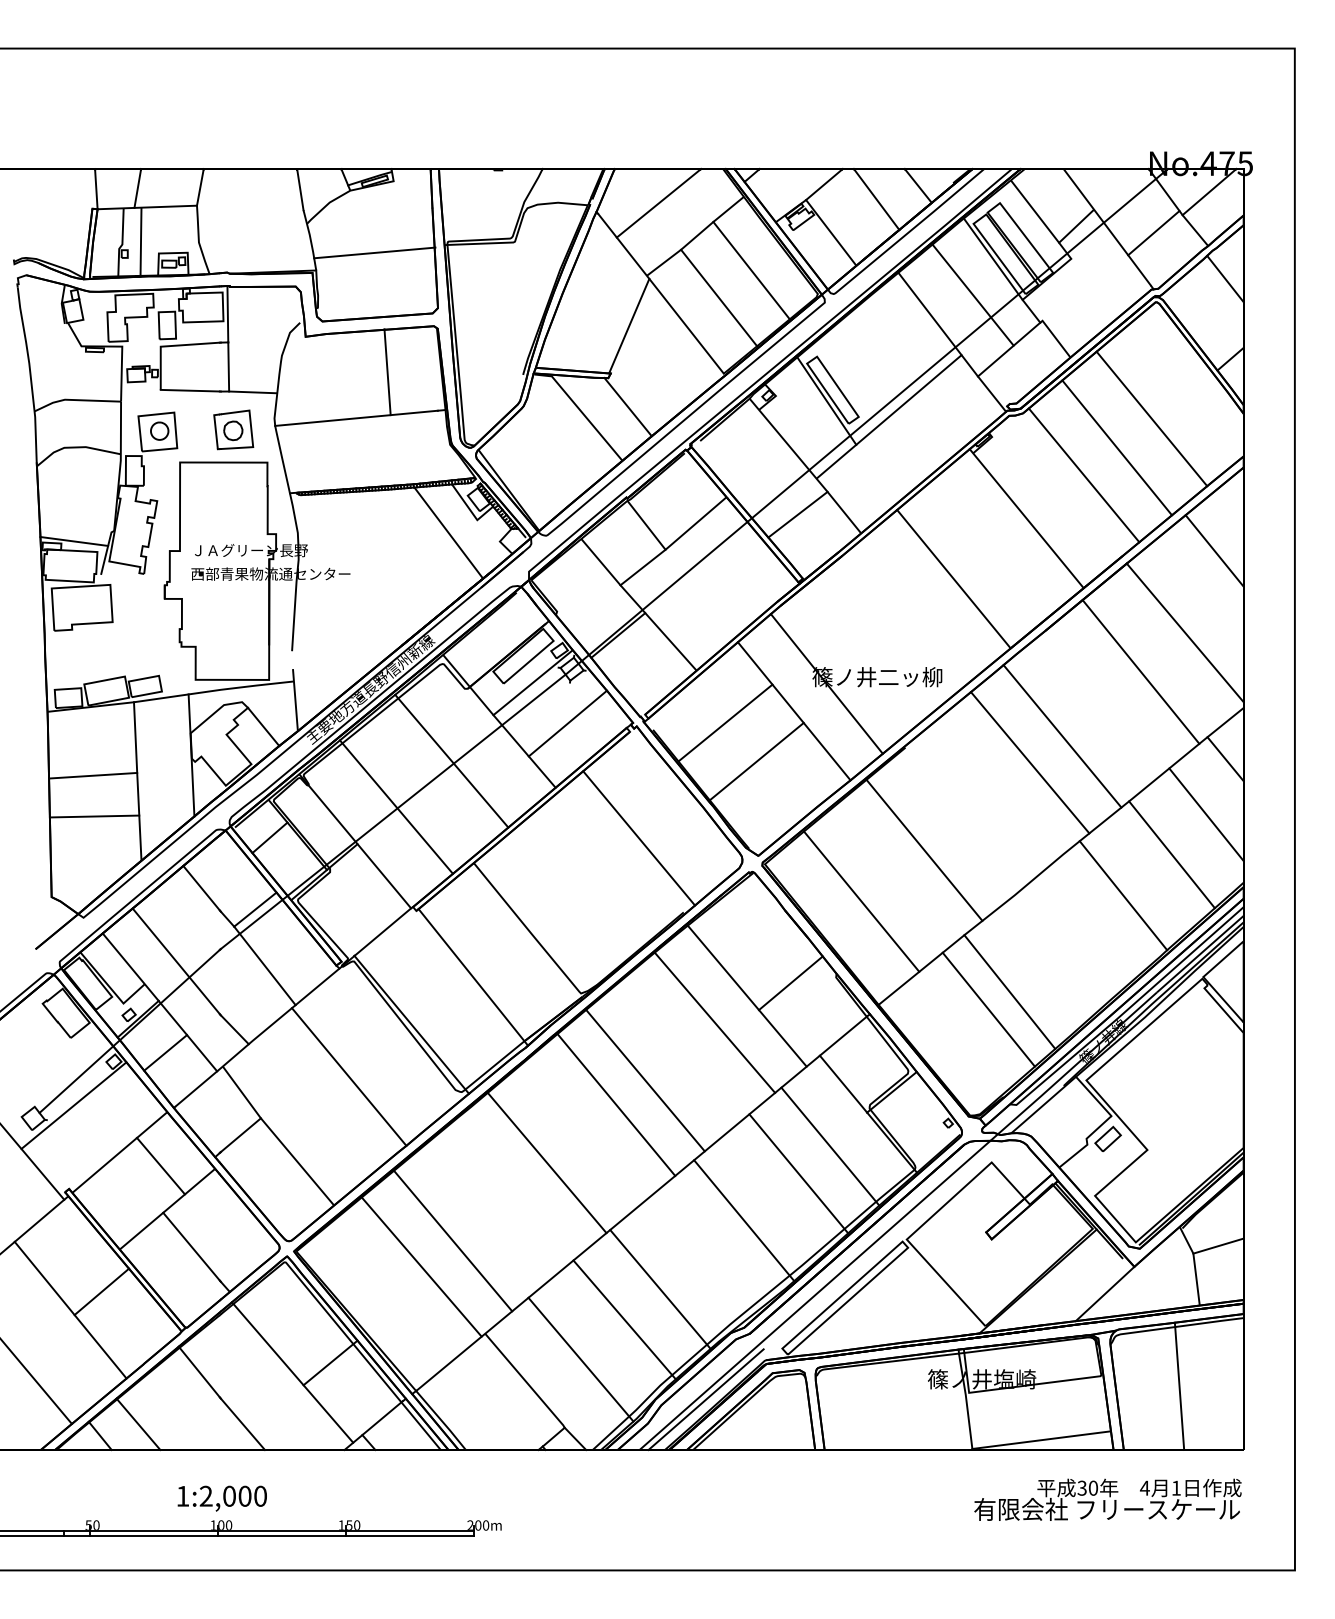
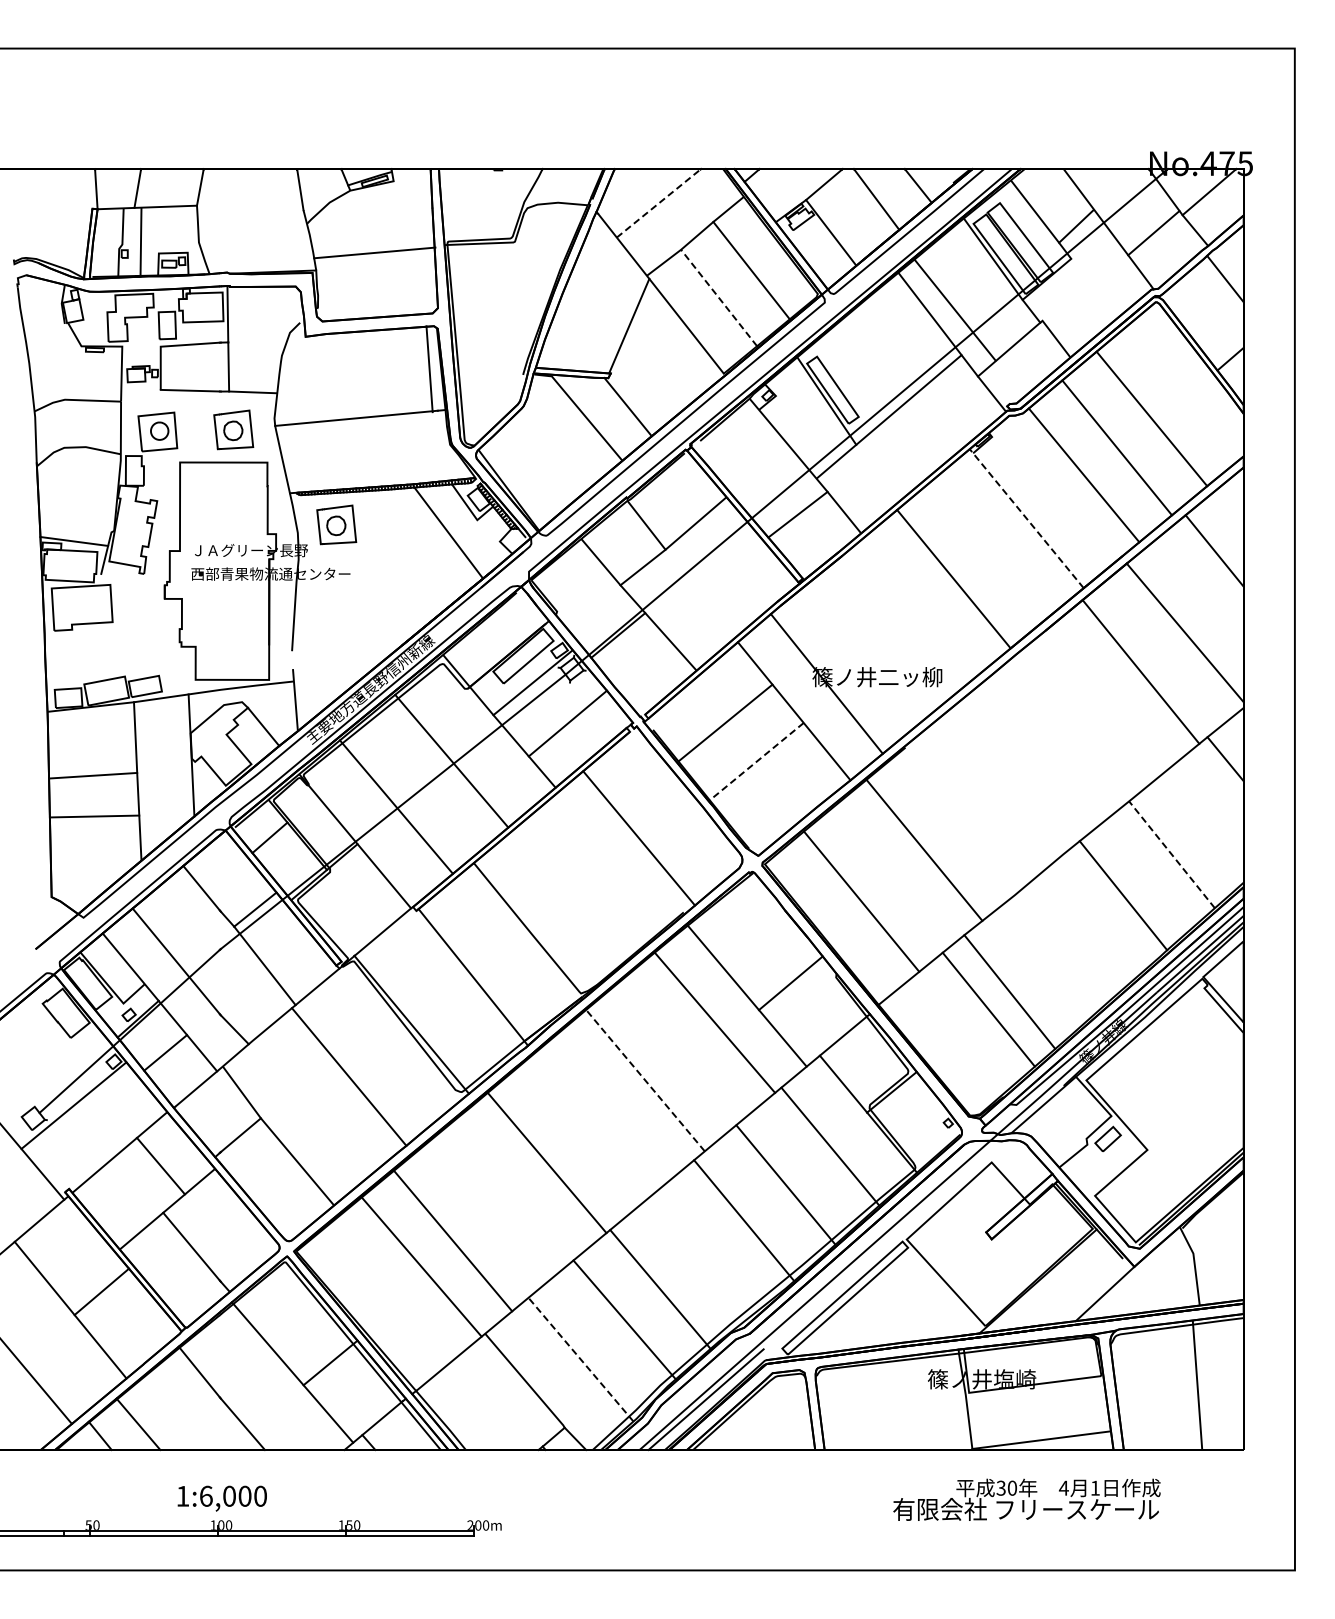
line at (658, 203): solid -> dashed
line at (972, 294) position: (972, 294) -> (954, 309)
line at (718, 297): solid -> dashed
line at (387, 372) position: (387, 372) -> (429, 369)
line at (1026, 518): solid -> dashed
part at (336, 524): none -> present
line at (1062, 736): present -> none
line at (756, 761): solid -> dashed
line at (1029, 762): present -> none
line at (1206, 814): present -> none
line at (1172, 854): solid -> dashed
line at (645, 1080): solid -> dashed
line at (616, 1104): present -> none
line at (798, 1173) position: (798, 1173) -> (785, 1184)
line at (1218, 1245): present -> none
line at (580, 1359): solid -> dashed
line at (1179, 1386) position: (1179, 1386) -> (1197, 1385)
text at (205, 1495): 1:2,000 -> 1:6,000
text at (1107, 1499) position: (1107, 1499) -> (1026, 1499)
